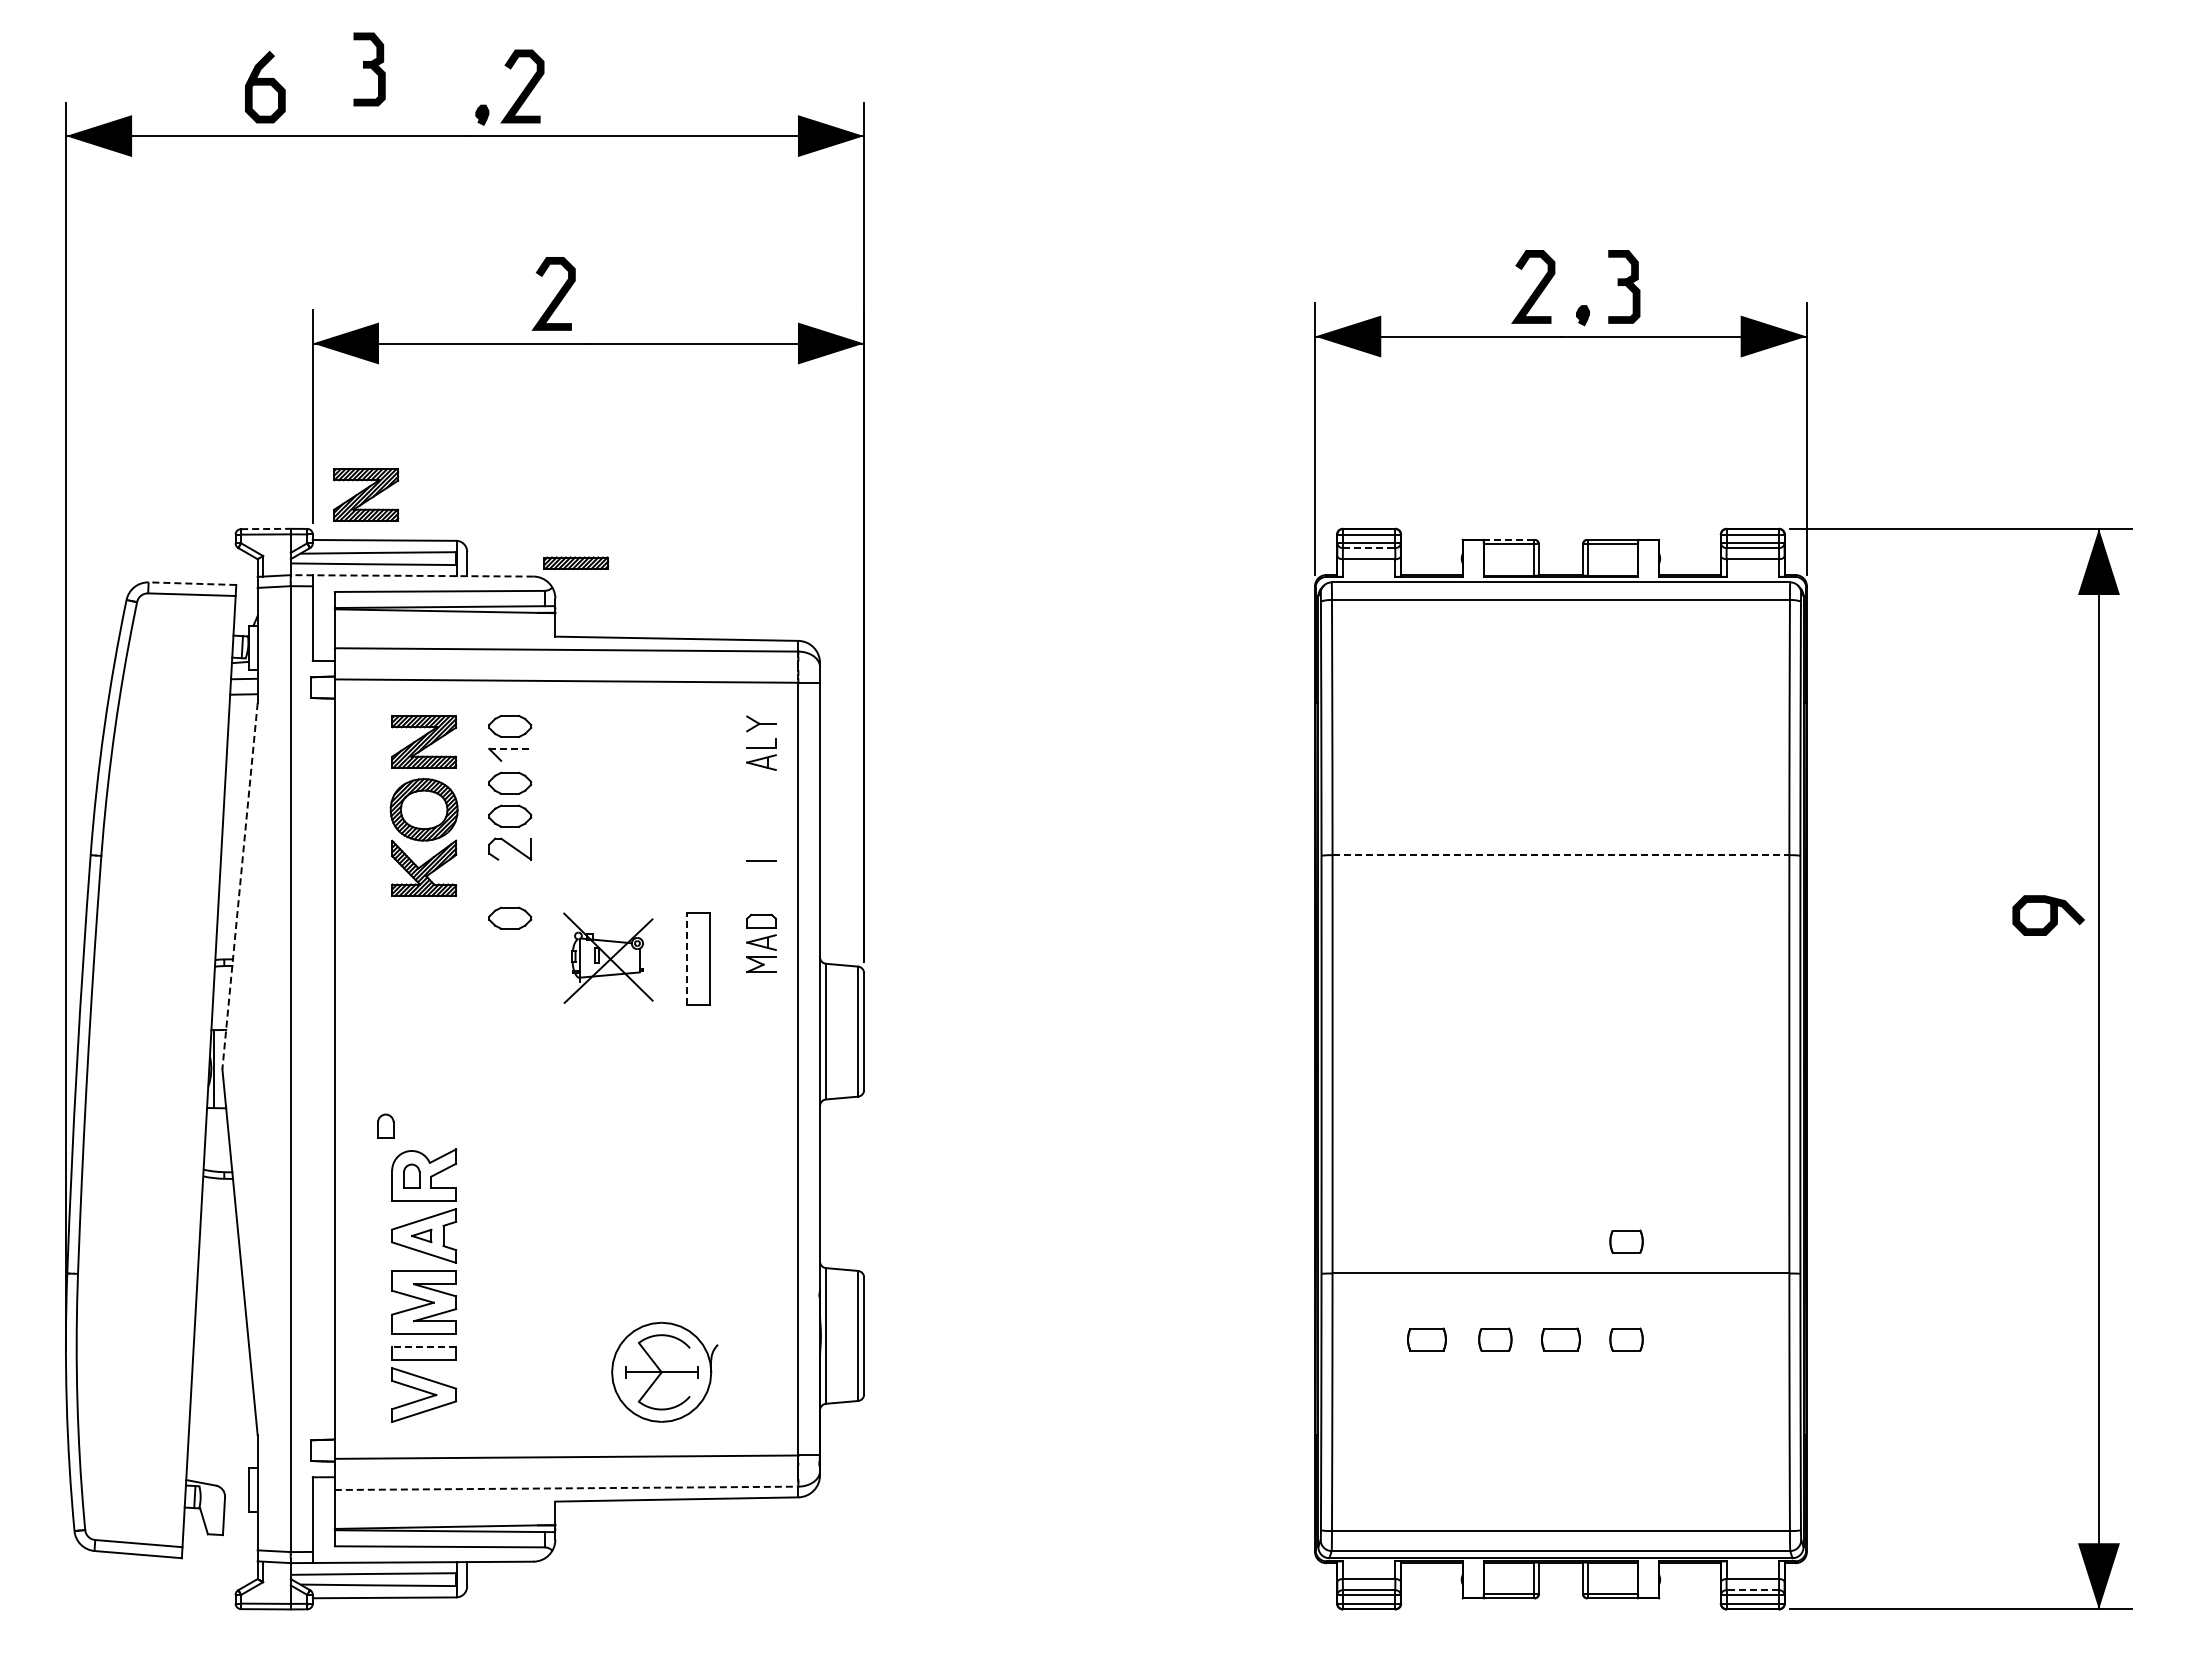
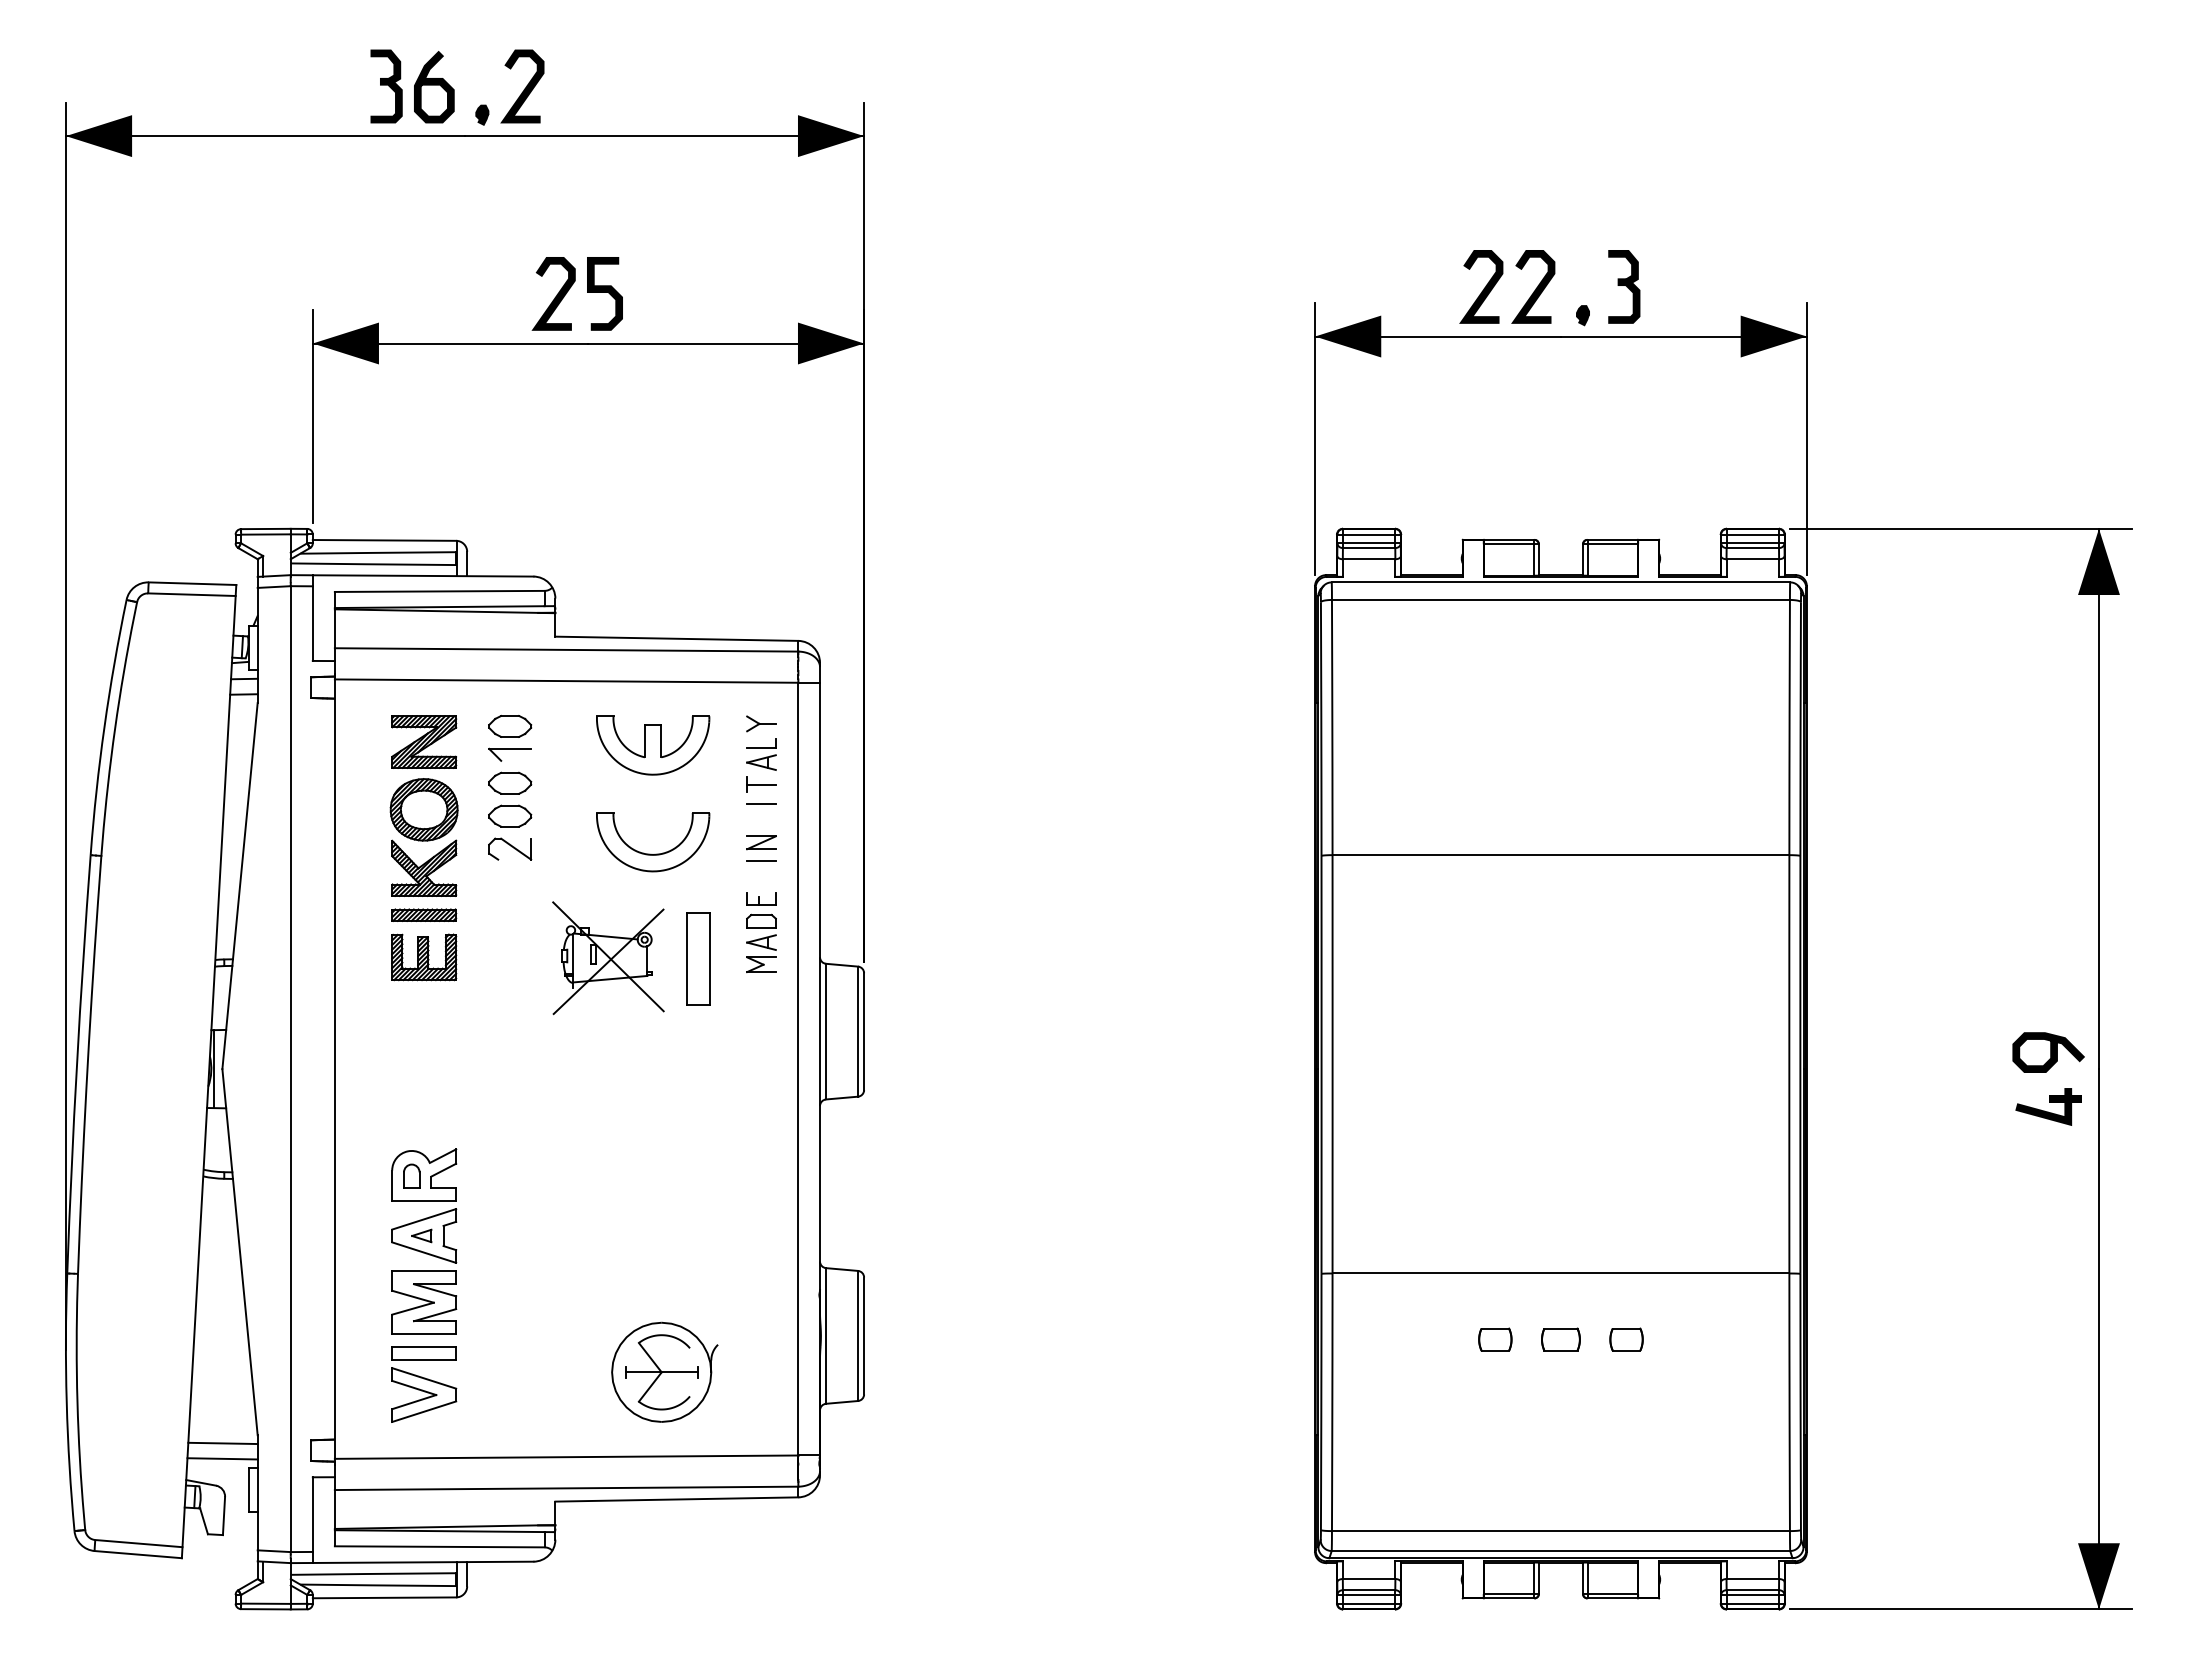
part at (369, 69) position: (369, 69) -> (386, 86)
curve at (265, 85) position: (265, 85) -> (434, 85)
curve at (1483, 288): none -> present
curve at (604, 292): none -> present
part at (366, 494): present -> none
line at (265, 528): dashed -> solid
line at (1508, 539): dashed -> solid
line at (1369, 548): dashed -> solid
part at (576, 562) position: (576, 562) -> (424, 914)
line at (411, 575): dashed -> solid
line at (192, 583): dashed -> solid
part at (653, 745): none -> present
line at (510, 748): dashed -> solid
part at (761, 784): none -> present
line at (761, 803): none -> present
part at (761, 842): none -> present
part at (655, 853): none -> present
line at (1561, 855): dashed -> solid
line at (240, 886): dashed -> solid
part at (761, 898): none -> present
curve at (2050, 915) position: (2050, 915) -> (2050, 1052)
part at (510, 917): present -> none
part at (424, 957): none -> present
part at (608, 957) size: 91x92 px -> 113x115 px
line at (687, 958): dashed -> solid
part at (2048, 1106): none -> present
part at (385, 1125): present -> none
part at (1626, 1241): present -> none
part at (1426, 1339): present -> none
line at (424, 1346): dashed -> solid
line at (222, 1443): none -> present
line at (222, 1458): none -> present
line at (566, 1488): dashed -> solid
line at (1752, 1590): dashed -> solid
